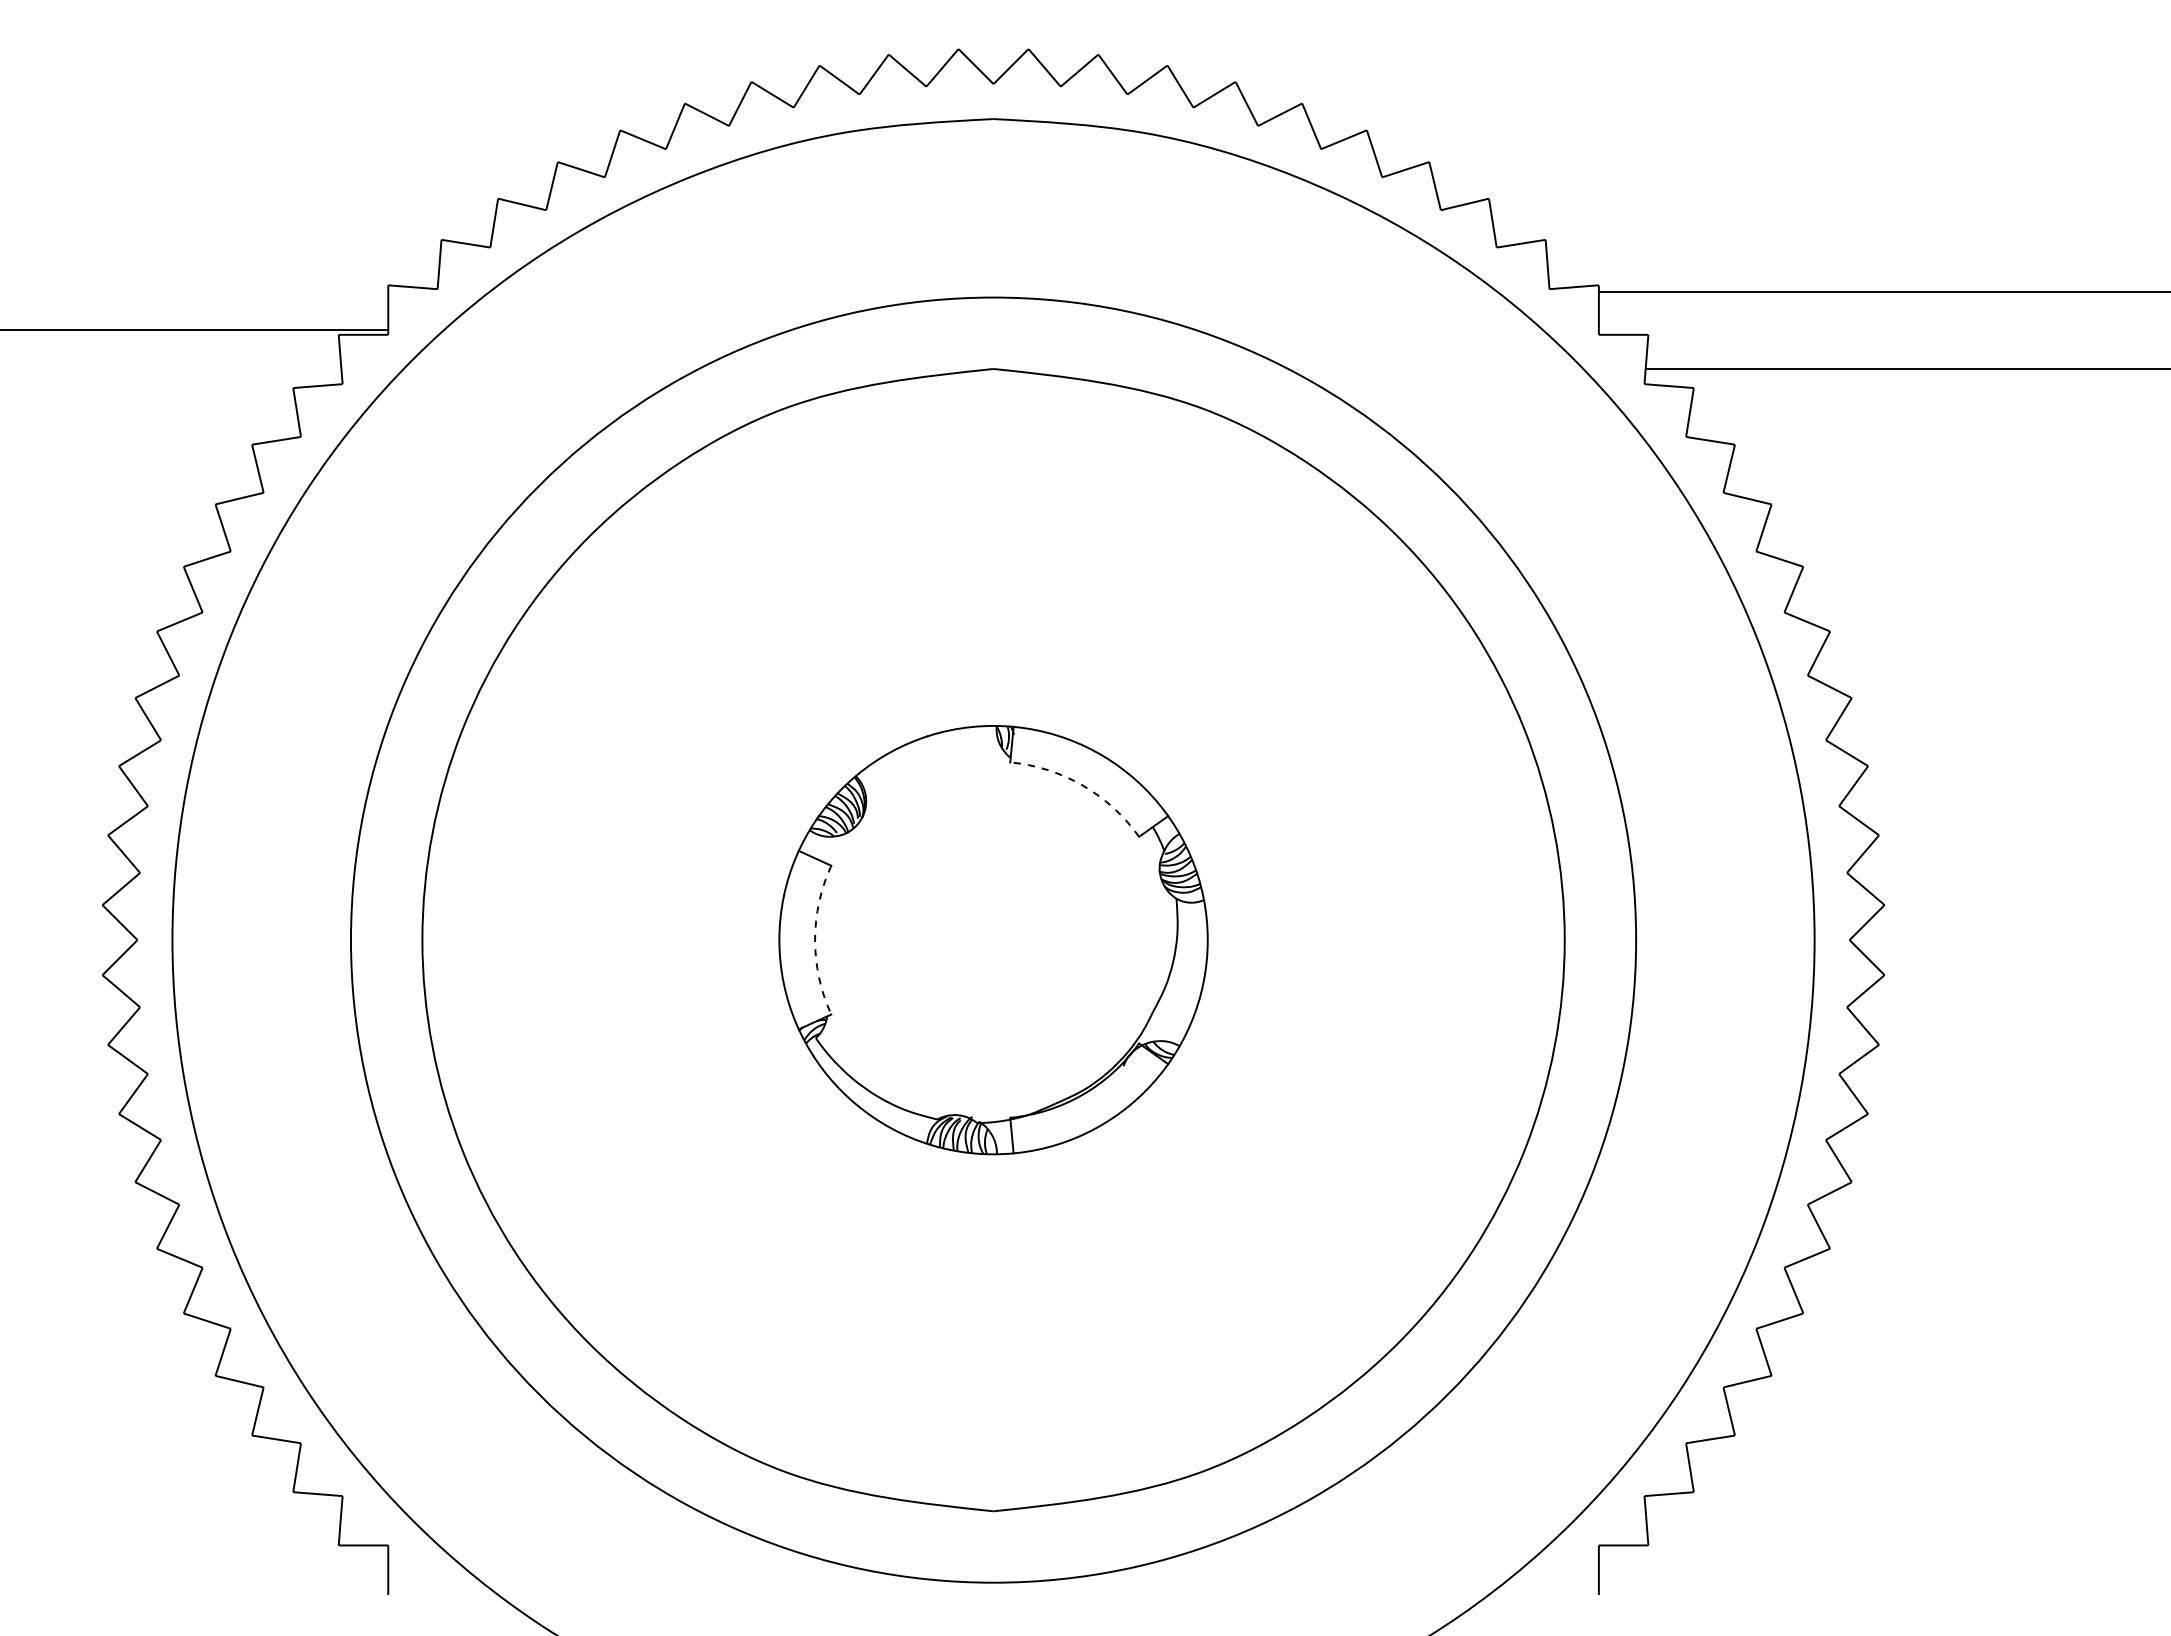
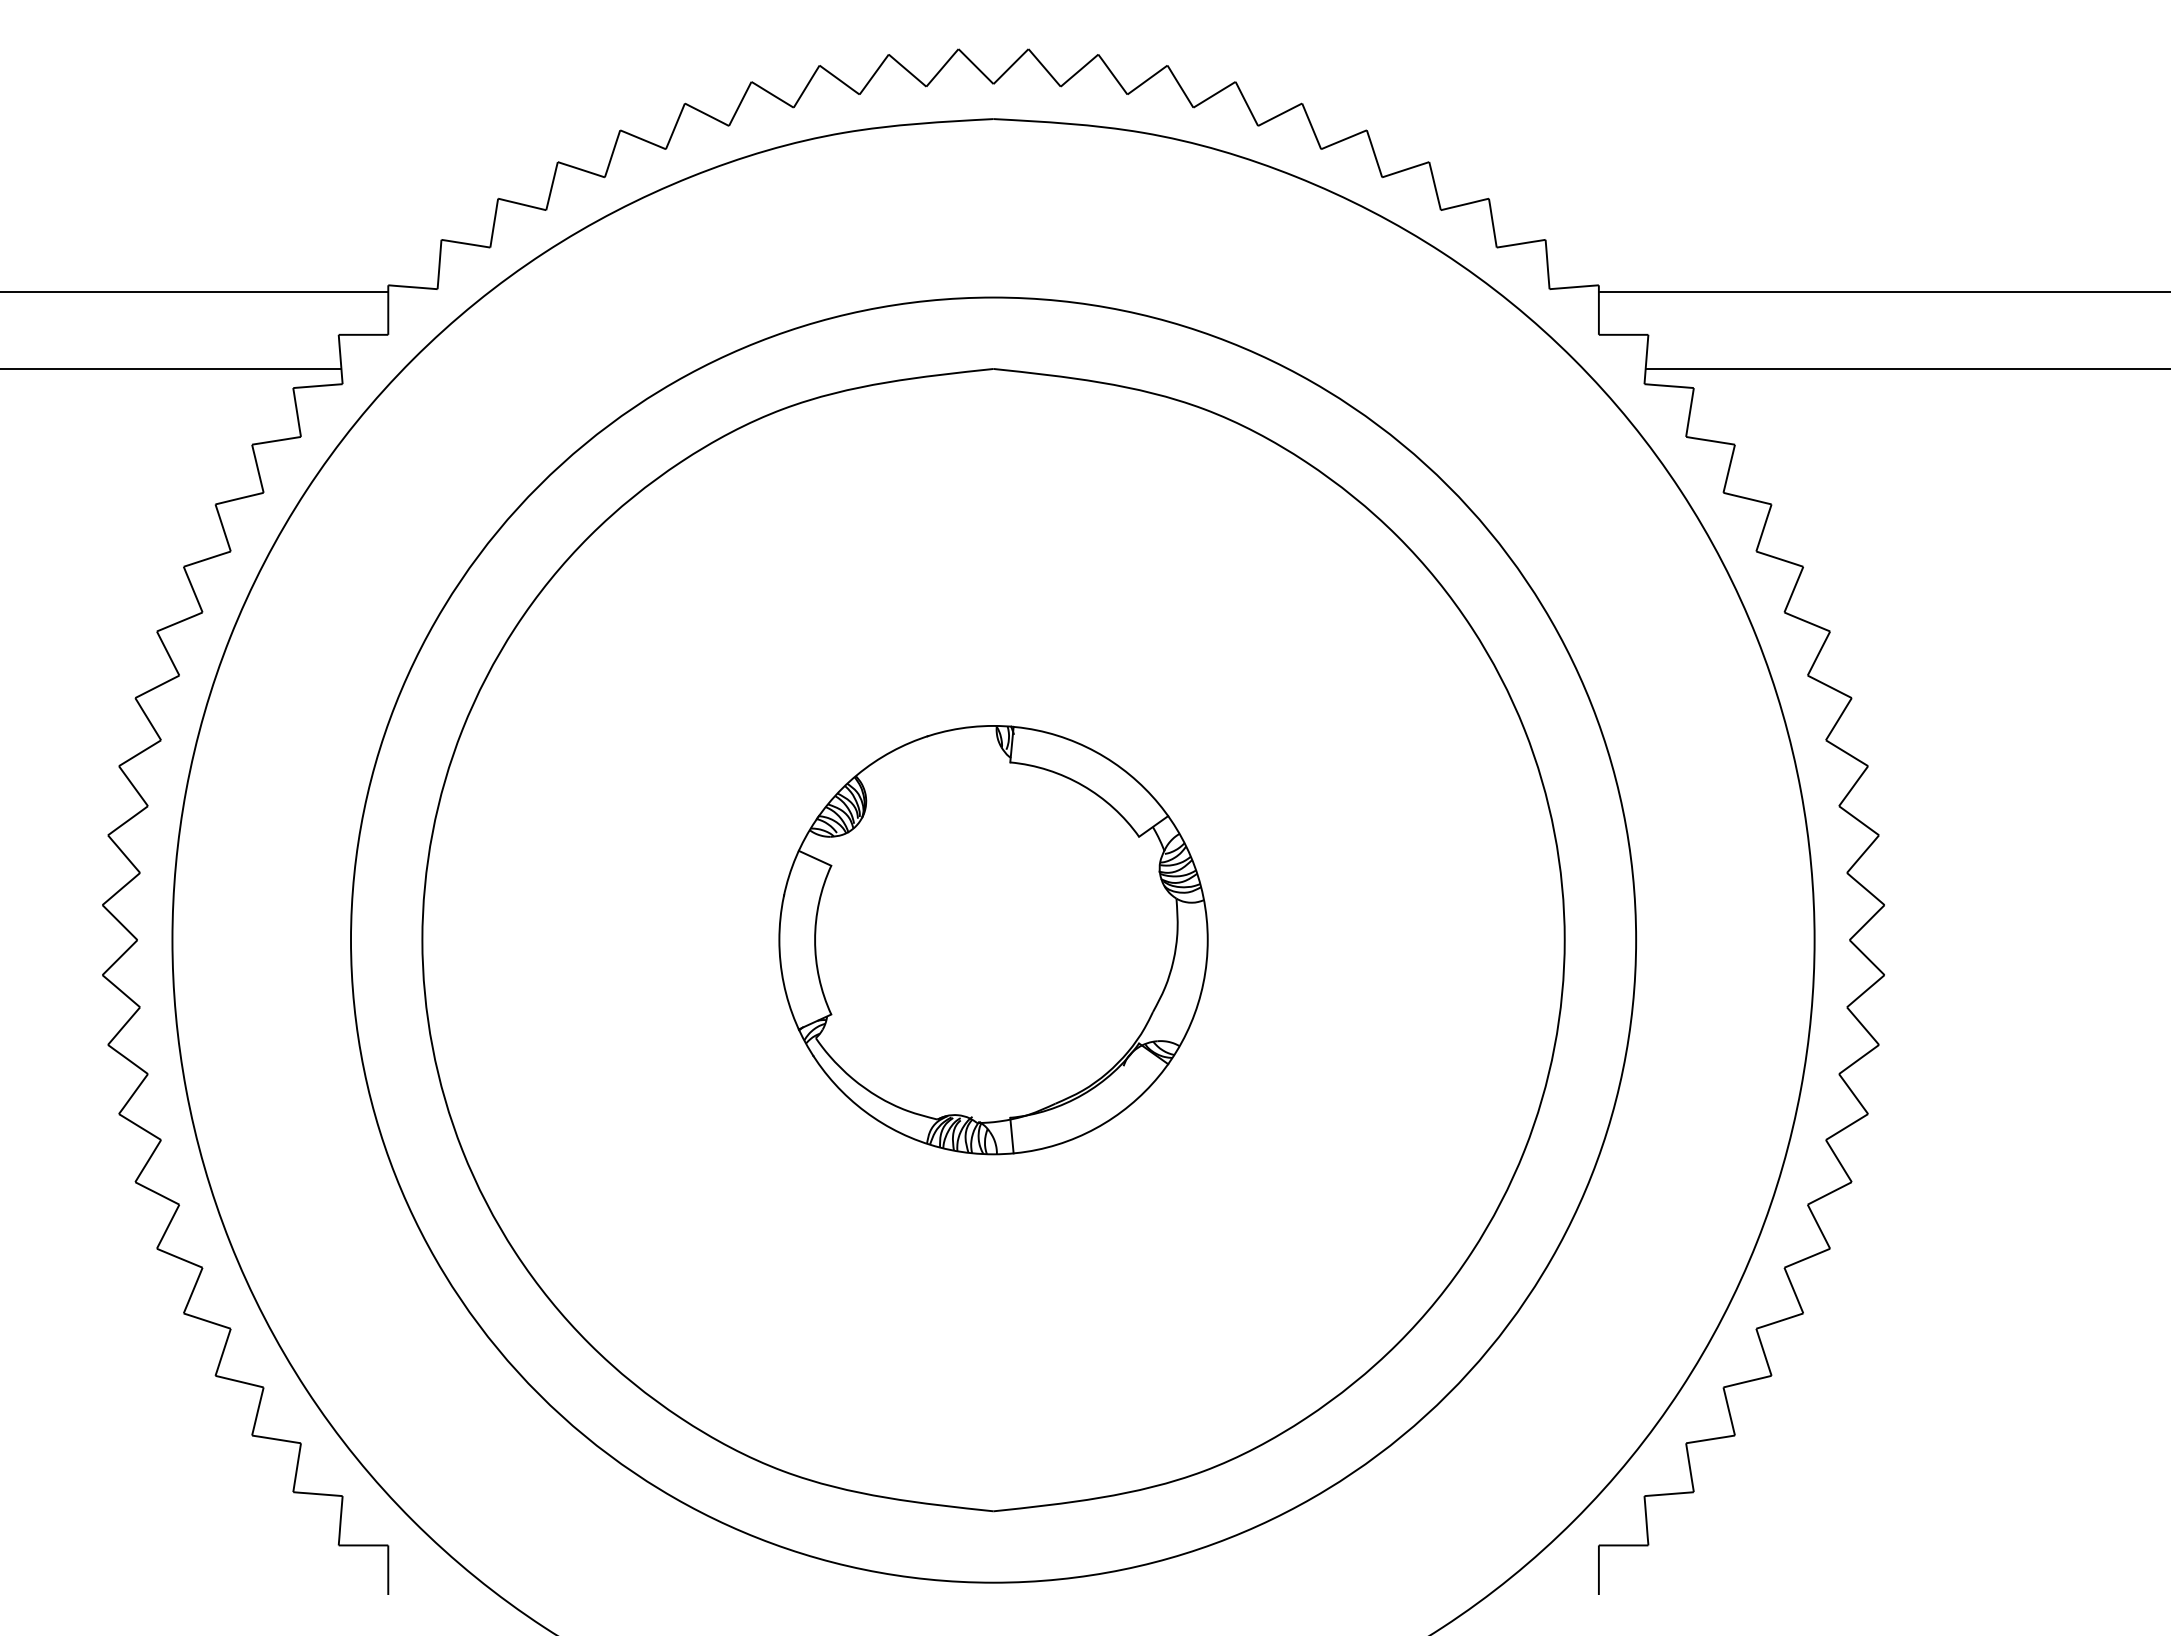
line at (195, 330) position: (195, 330) -> (195, 292)
line at (171, 368): none -> present
arc at (1082, 785): dashed -> solid
arc at (815, 940): dashed -> solid
